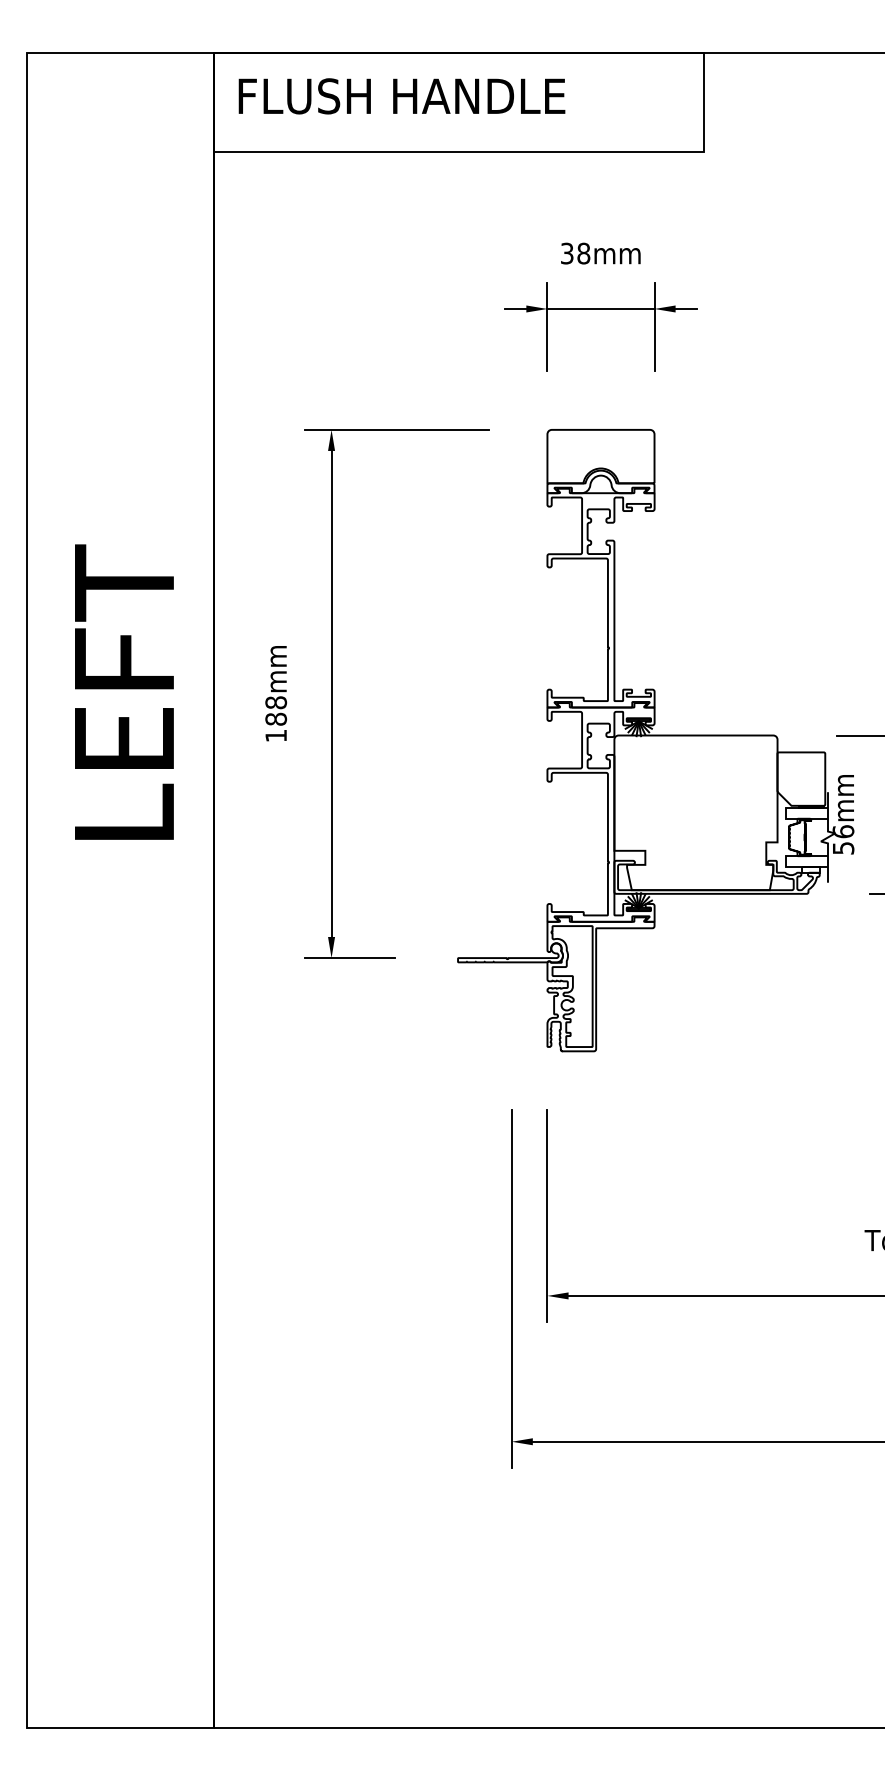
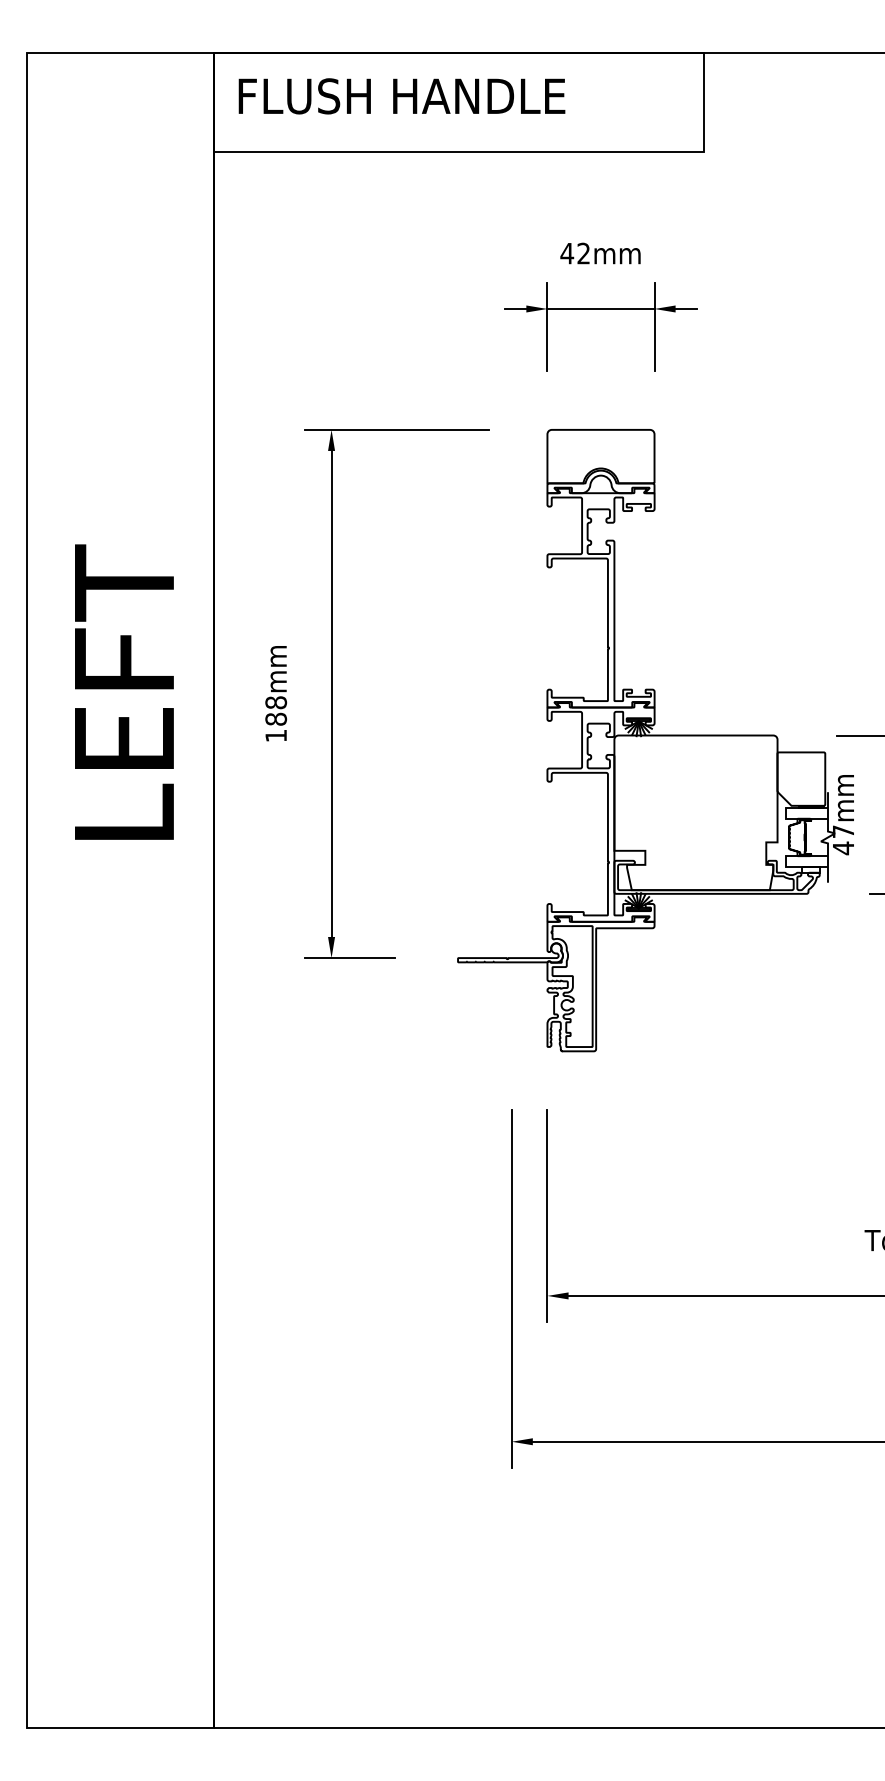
text at (575, 253): 38mm -> 42mm
text at (843, 840): 56mm -> 47mm
